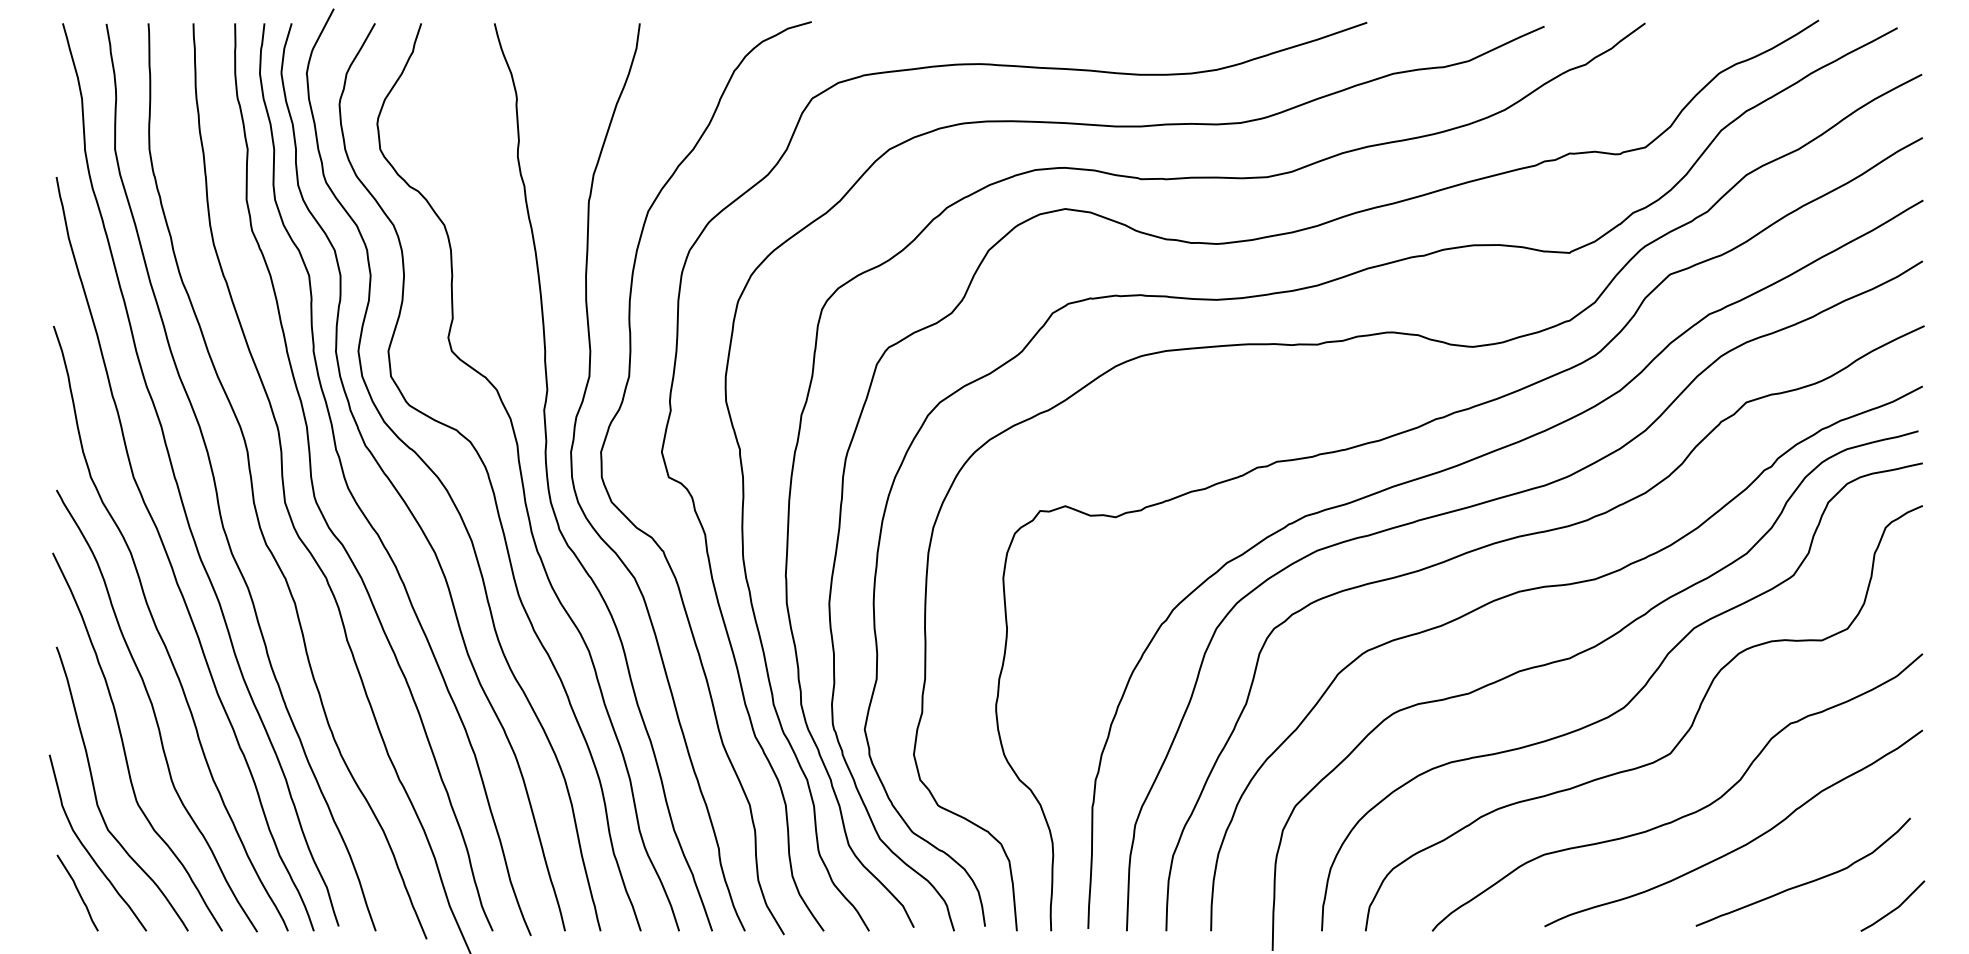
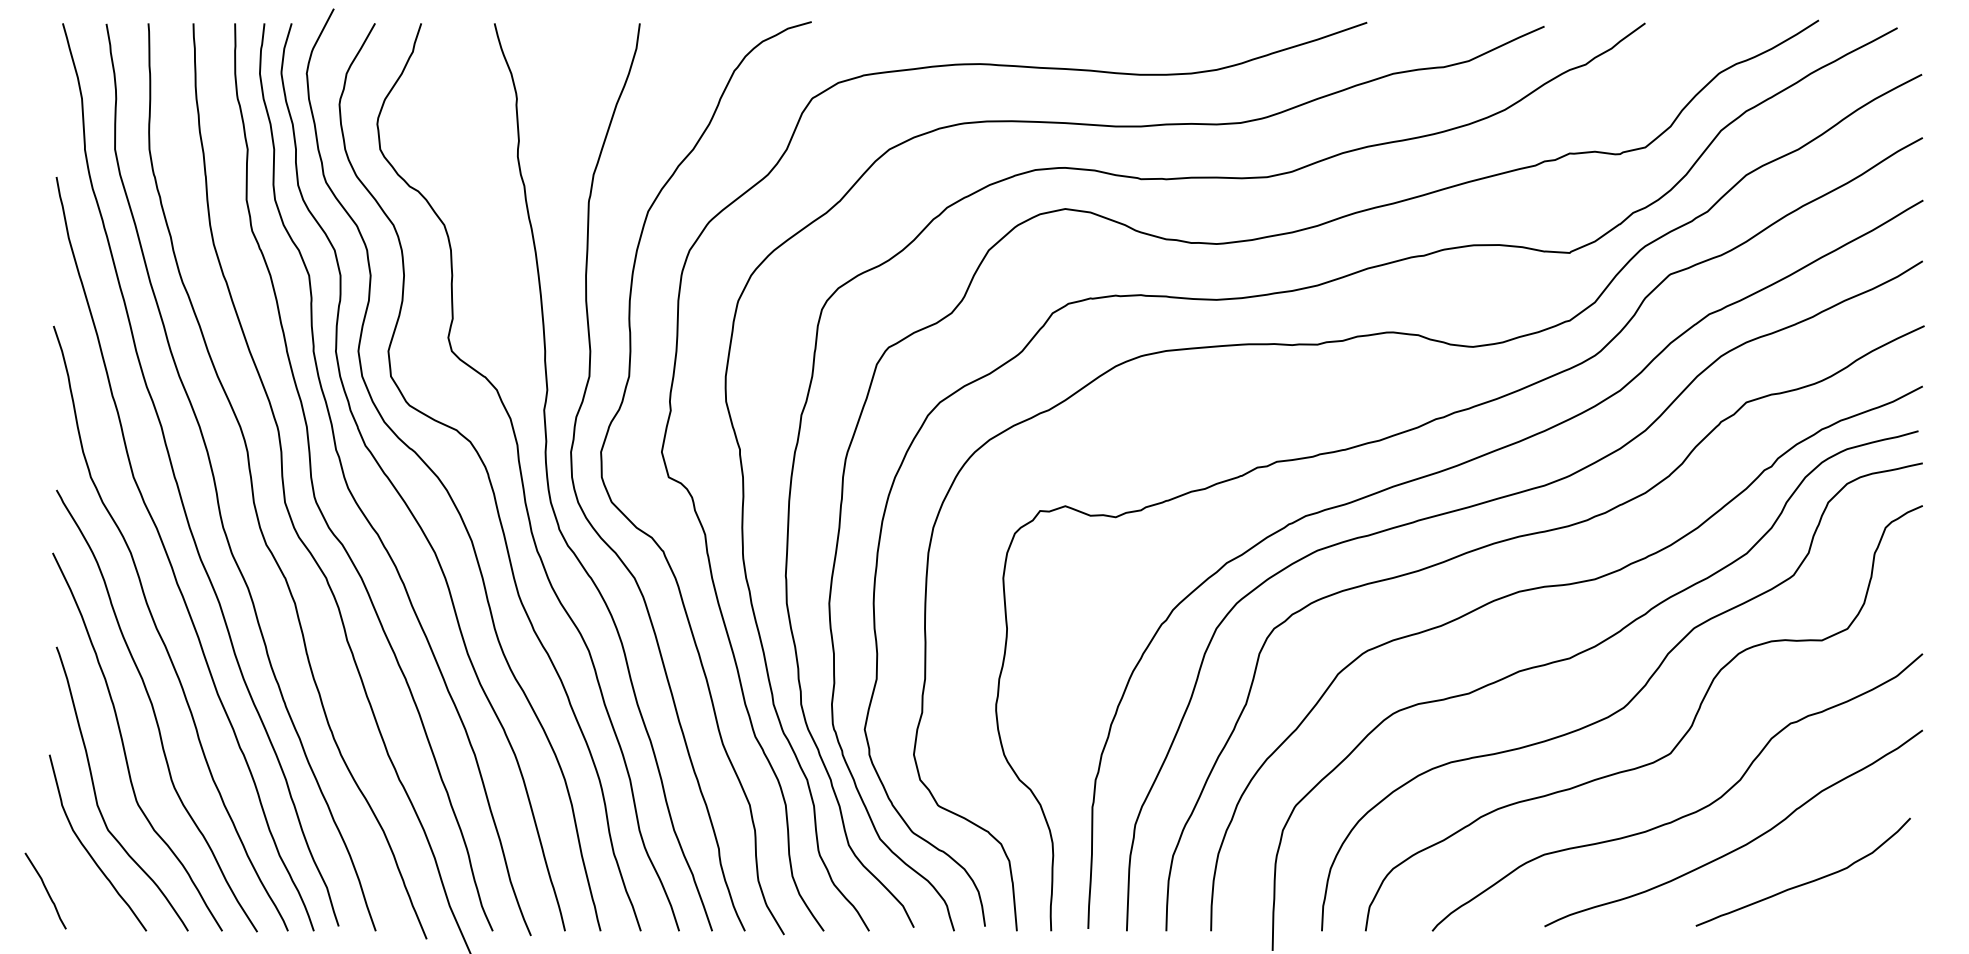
curve at (77, 892) position: (77, 892) -> (45, 890)
line at (1894, 908): present -> none
